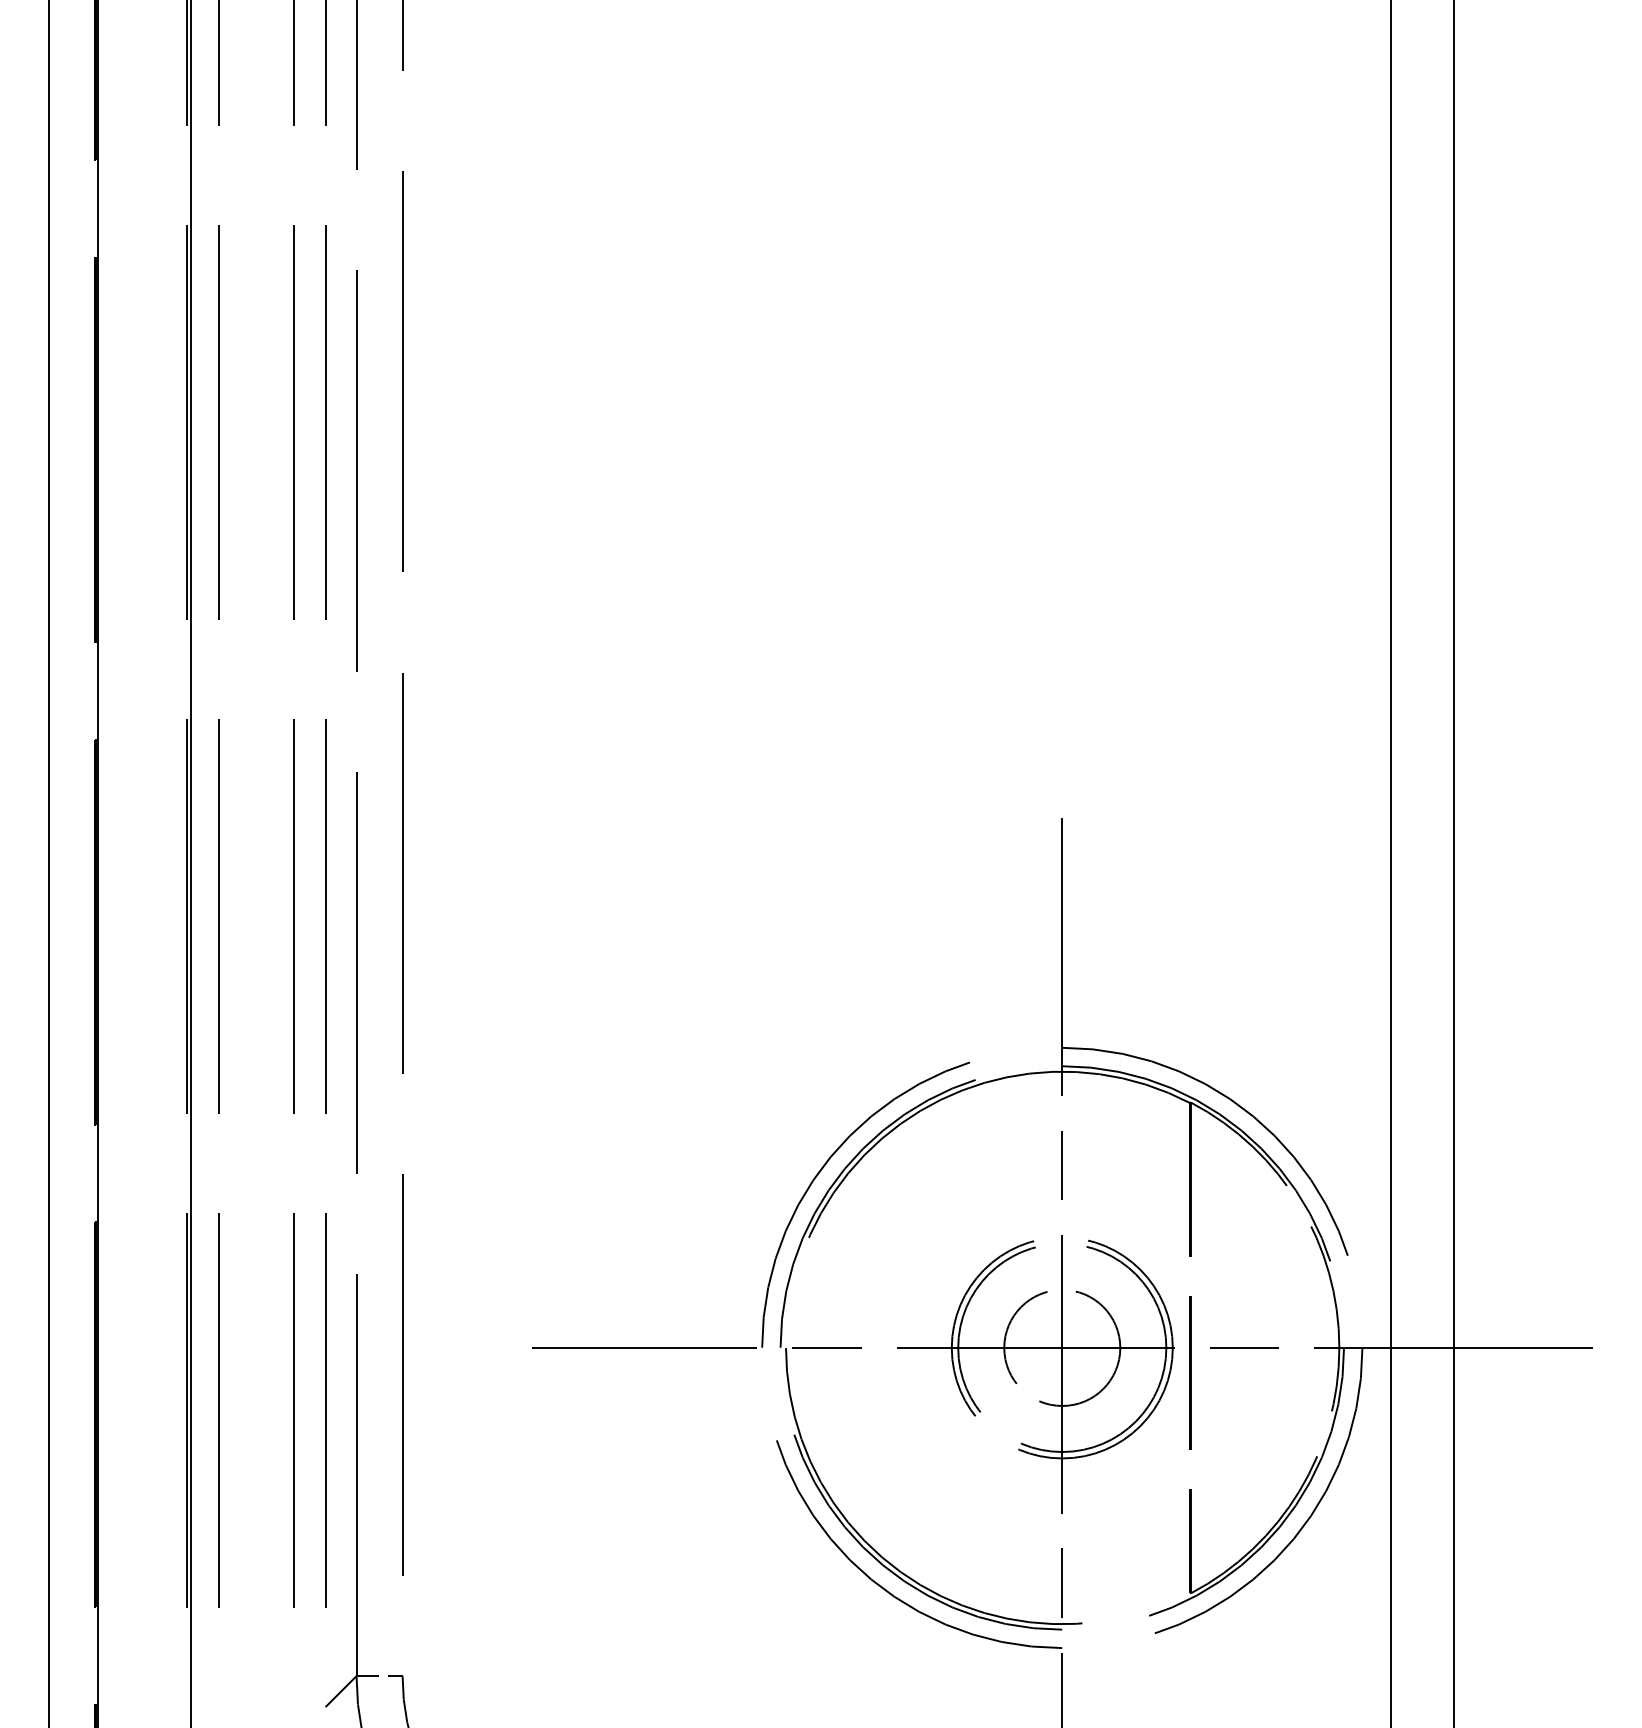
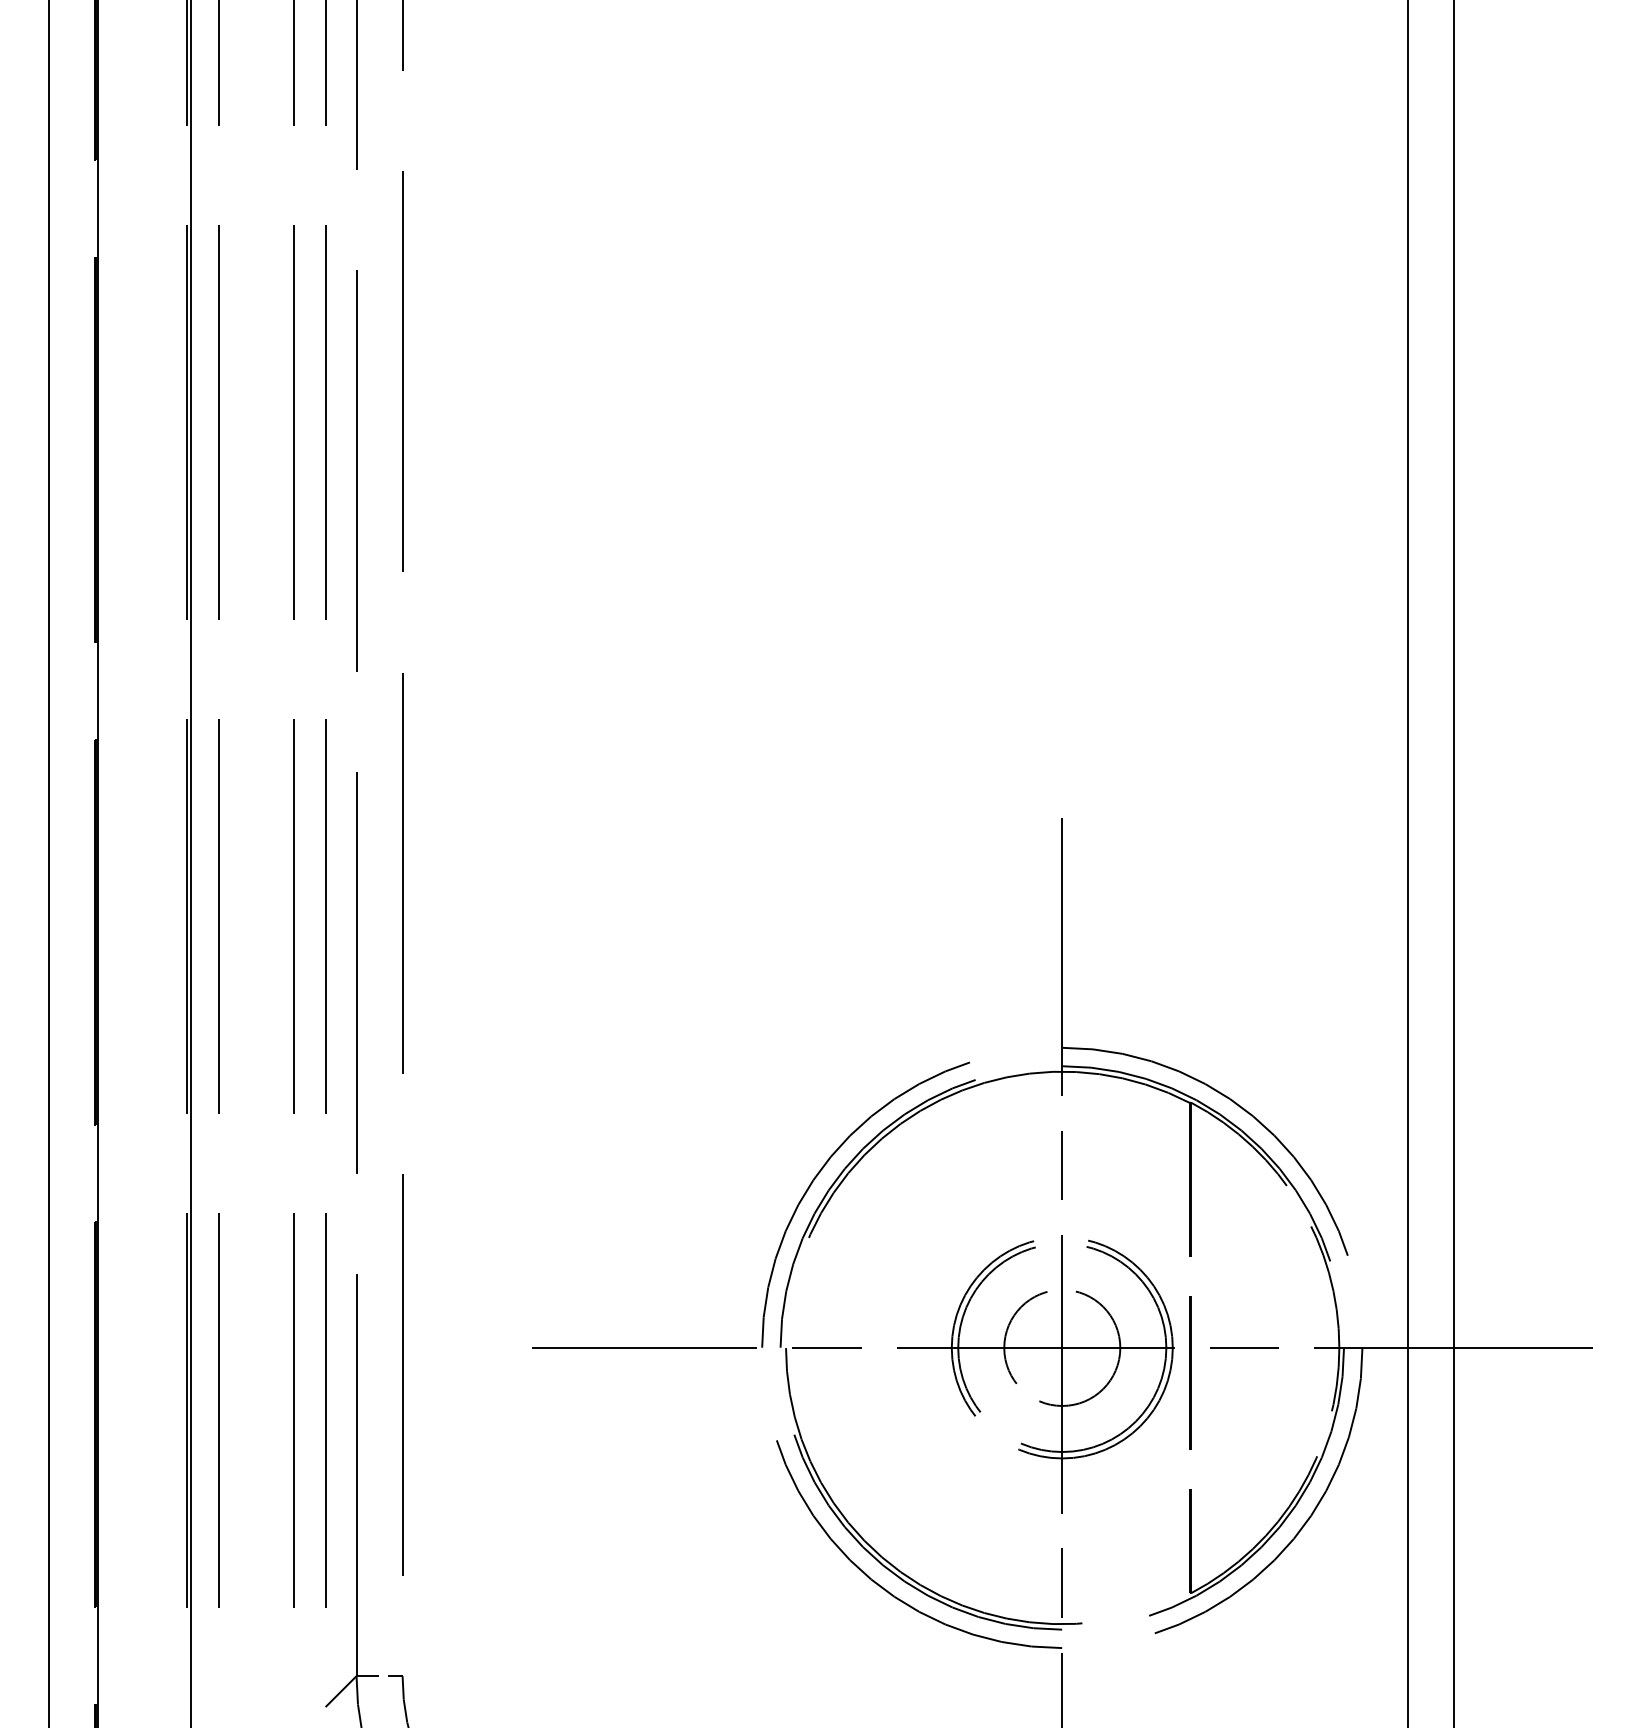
line at (1390, 863) position: (1390, 863) -> (1407, 863)
